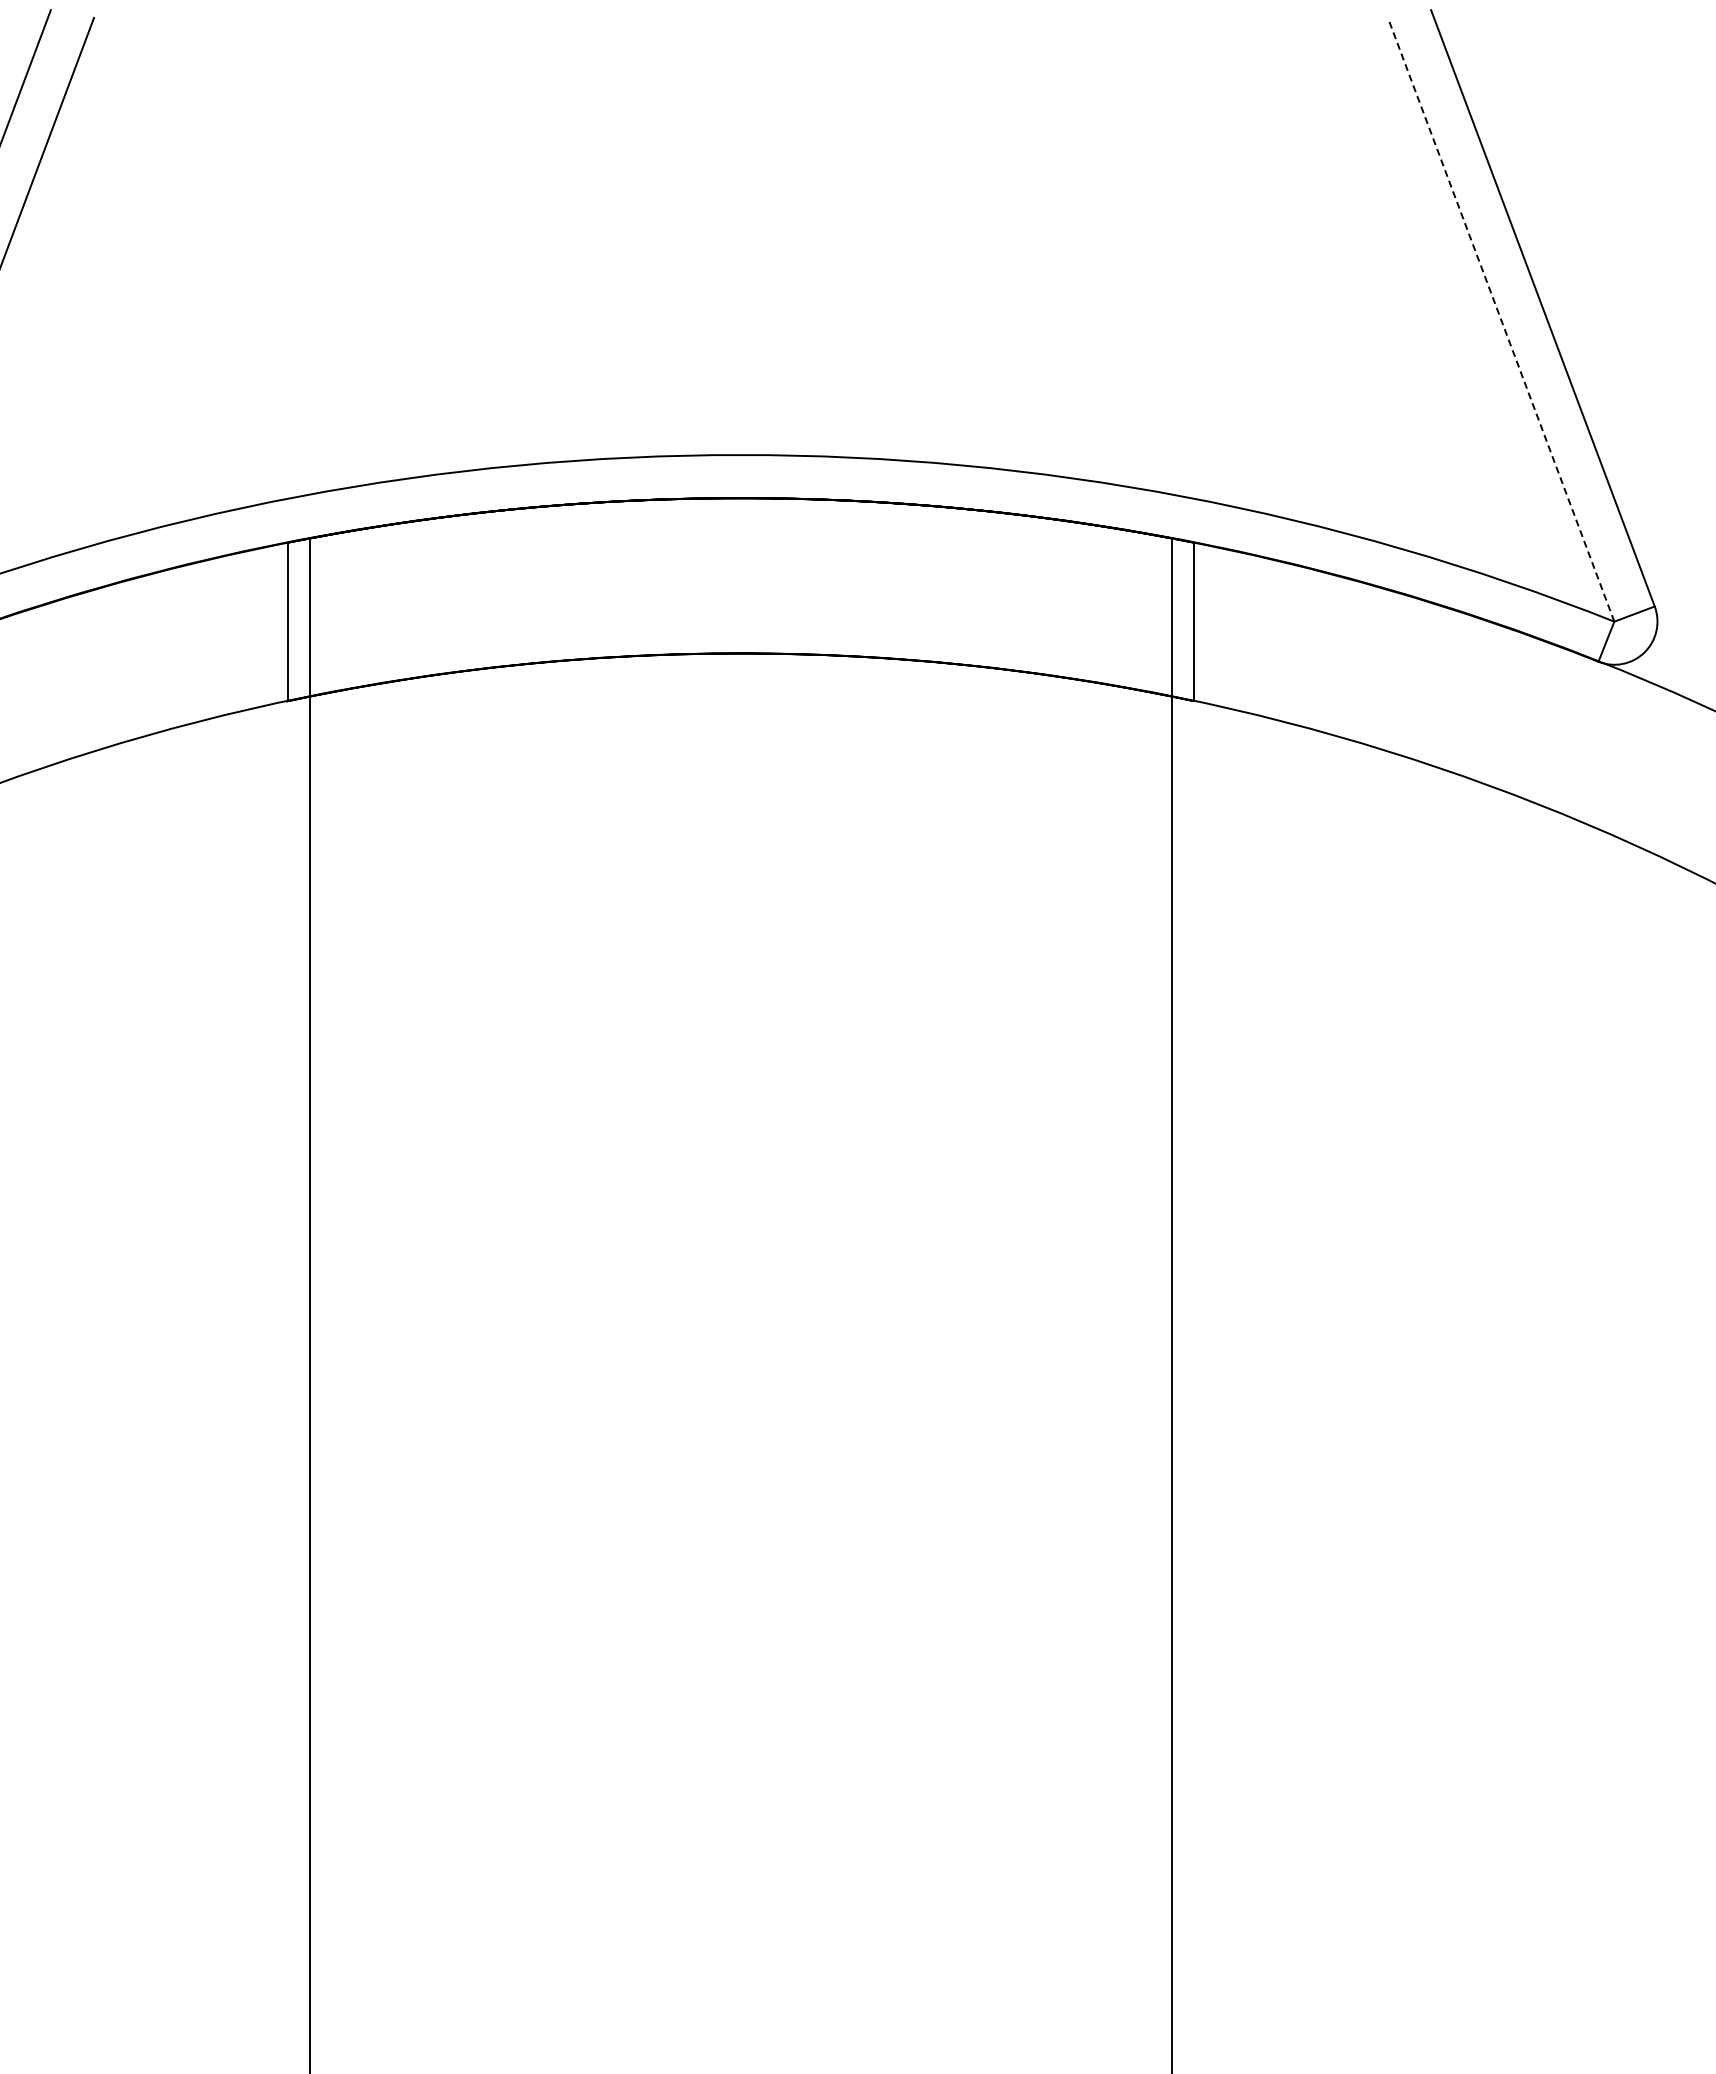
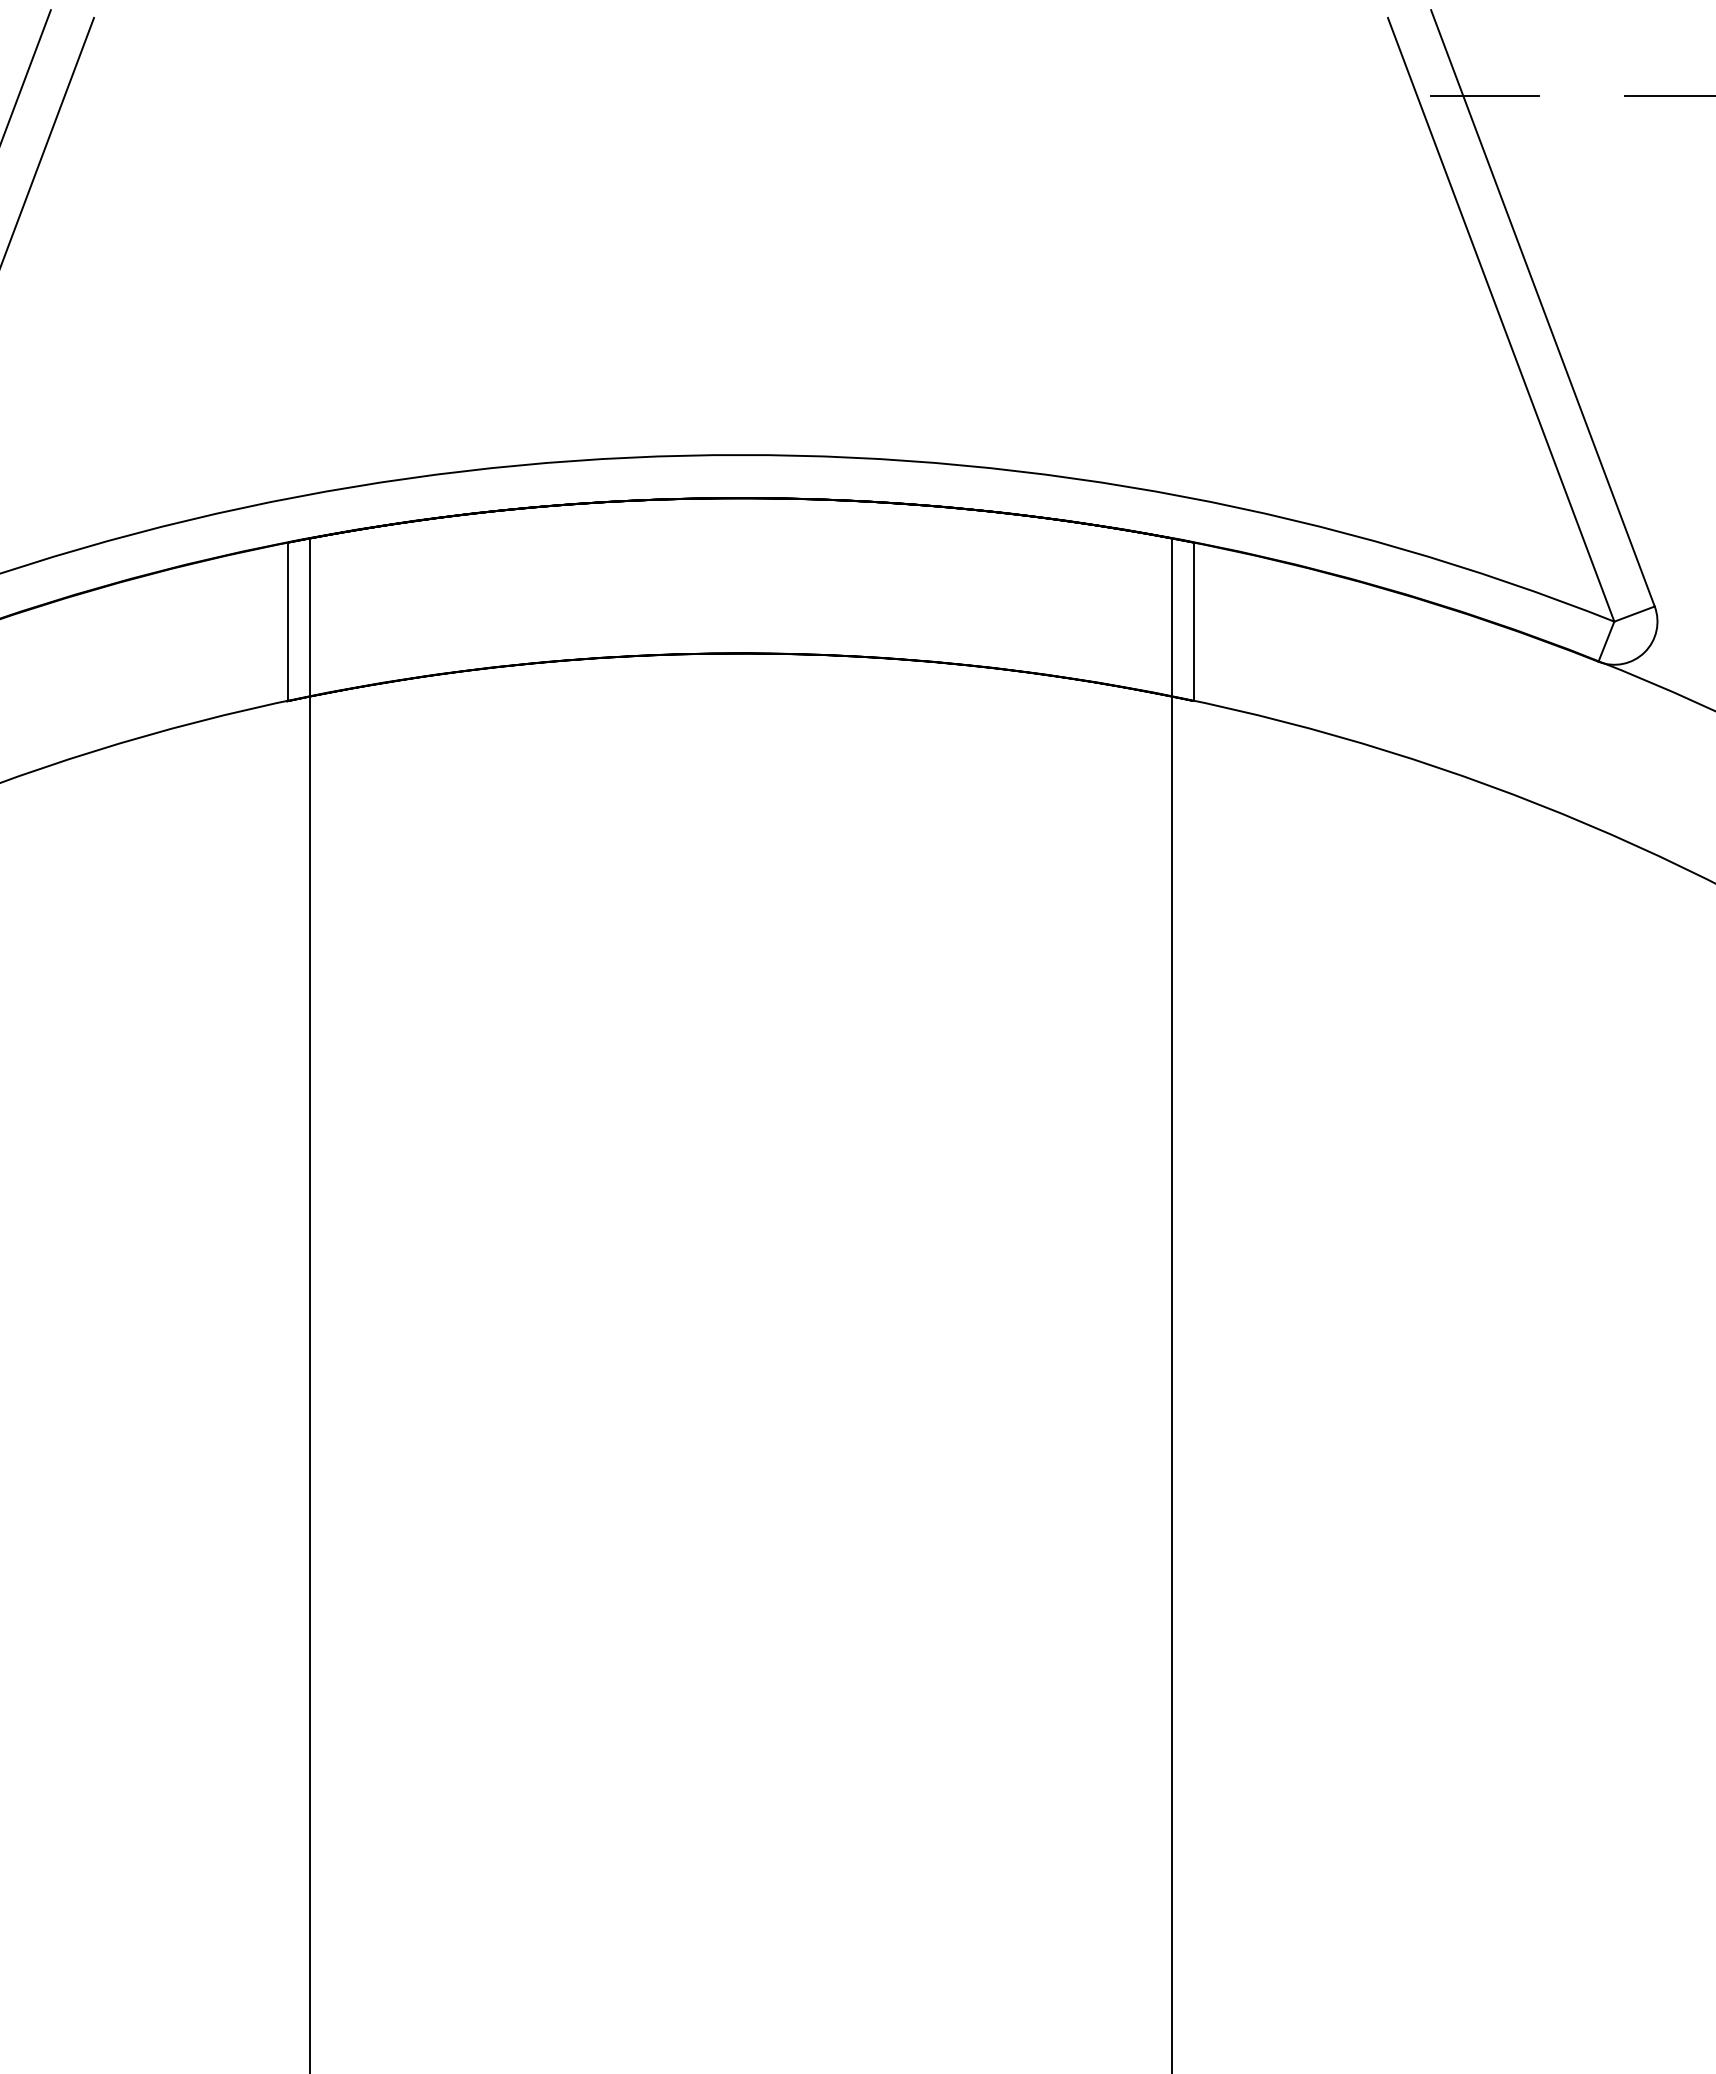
line at (1484, 96): none -> present
line at (1668, 96): none -> present
line at (1501, 319): dashed -> solid
